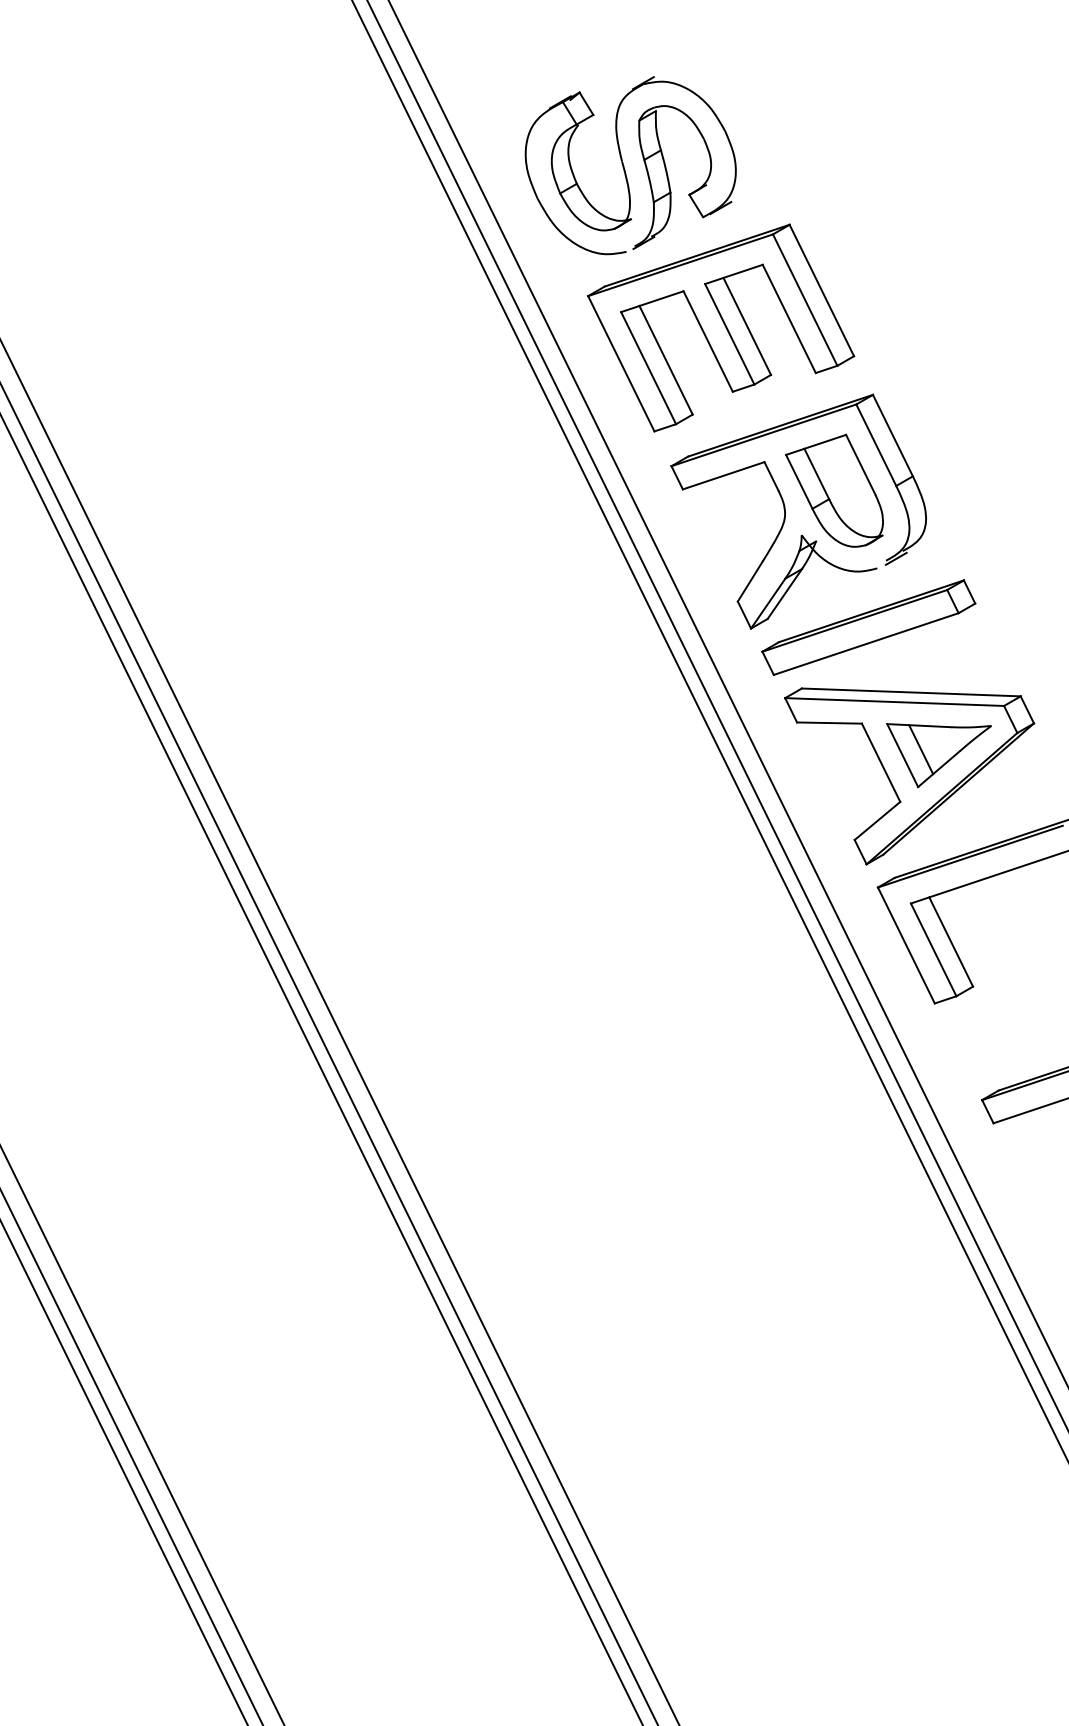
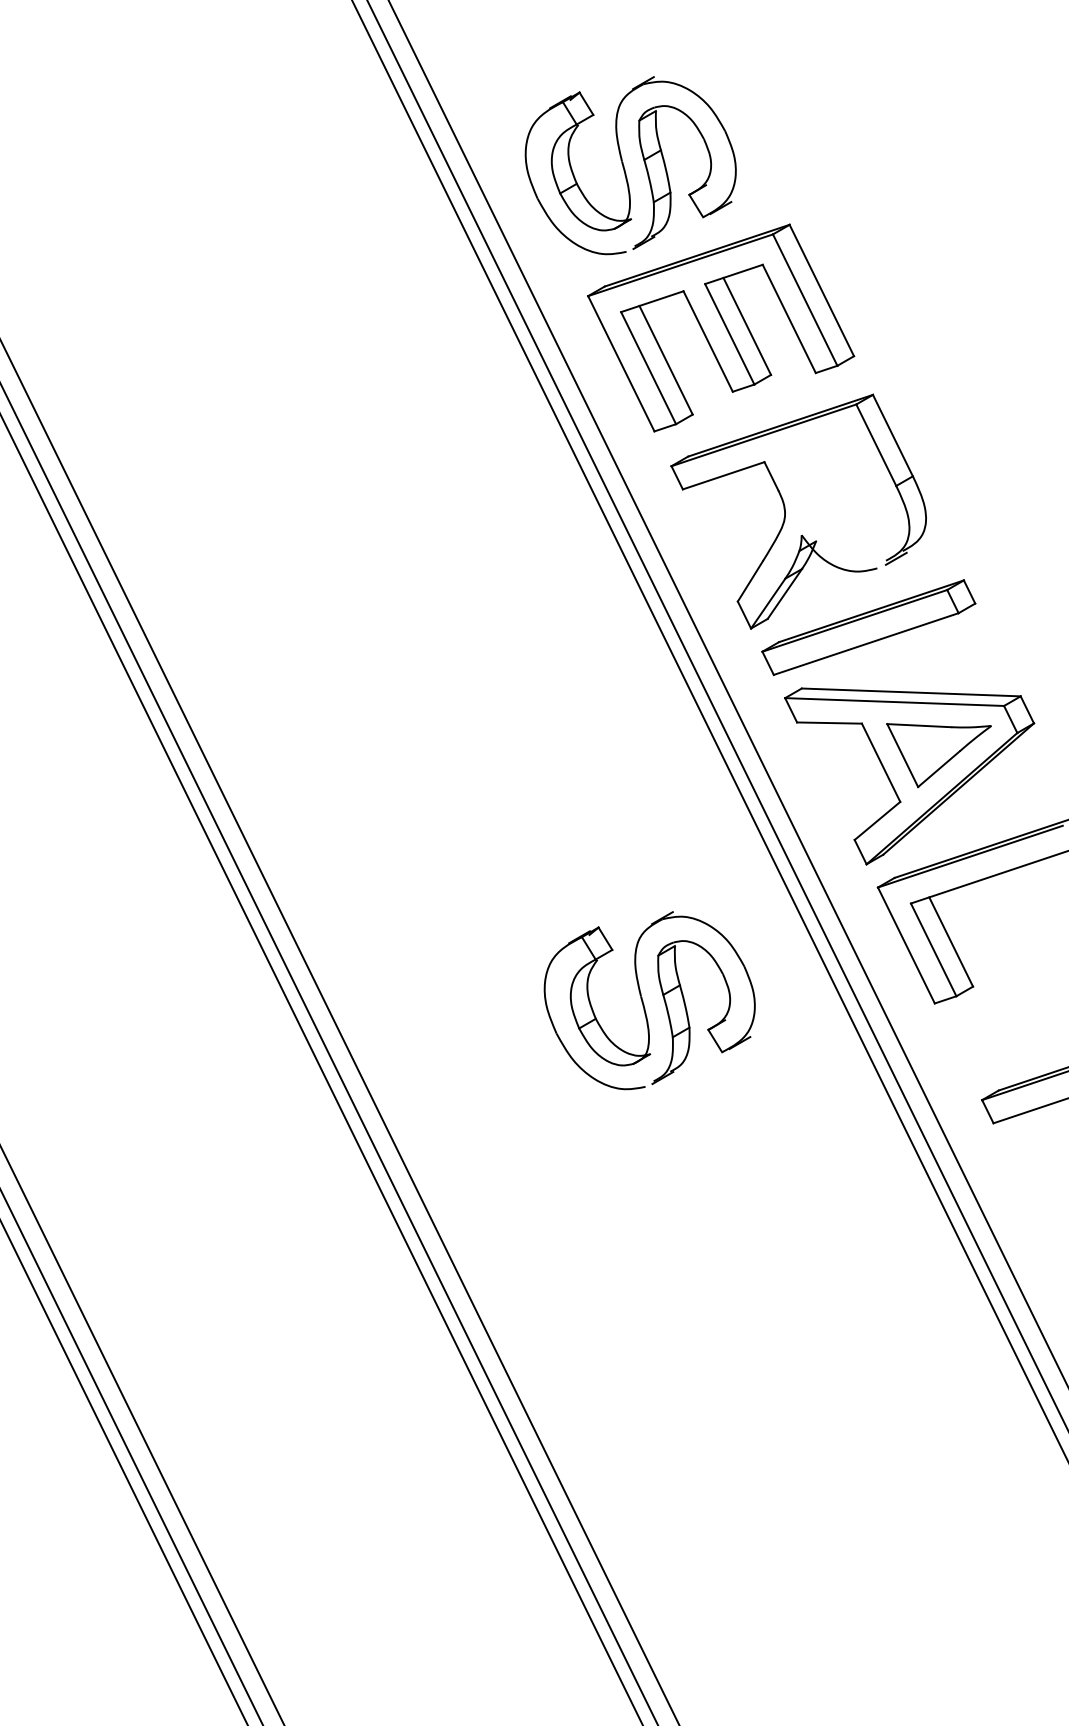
part at (834, 490): present -> none
line at (921, 749): present -> none
part at (649, 1000): none -> present
